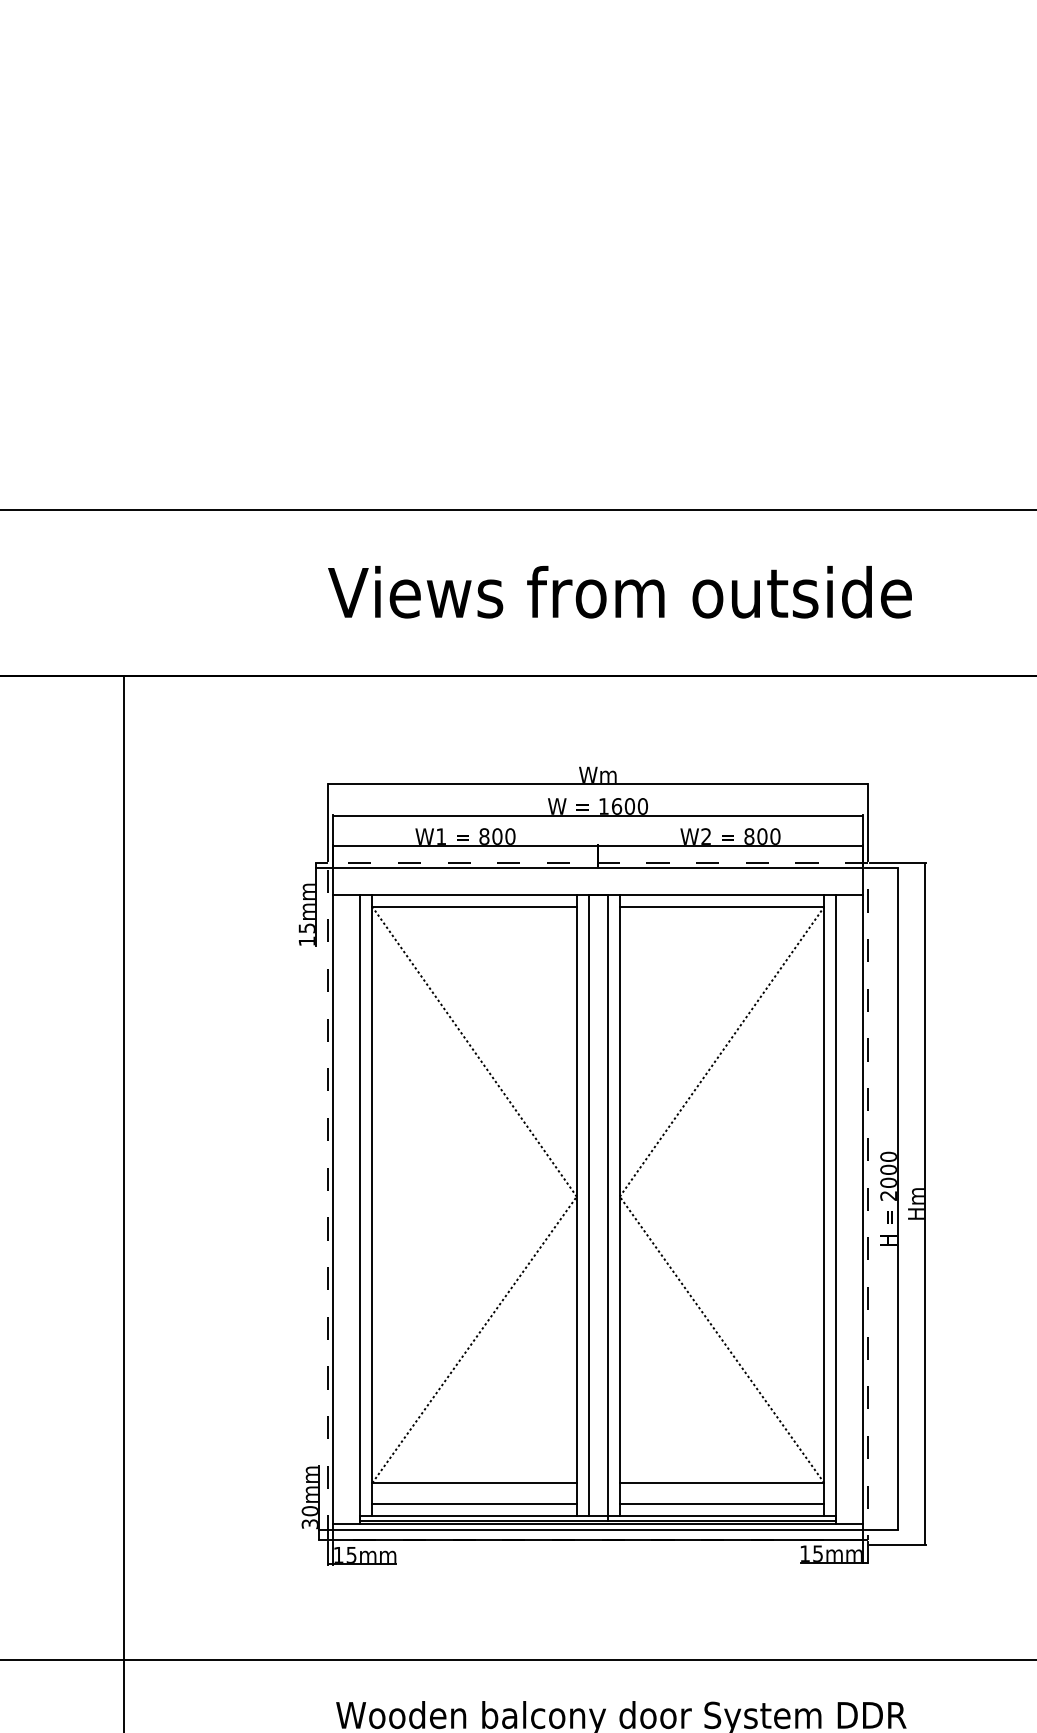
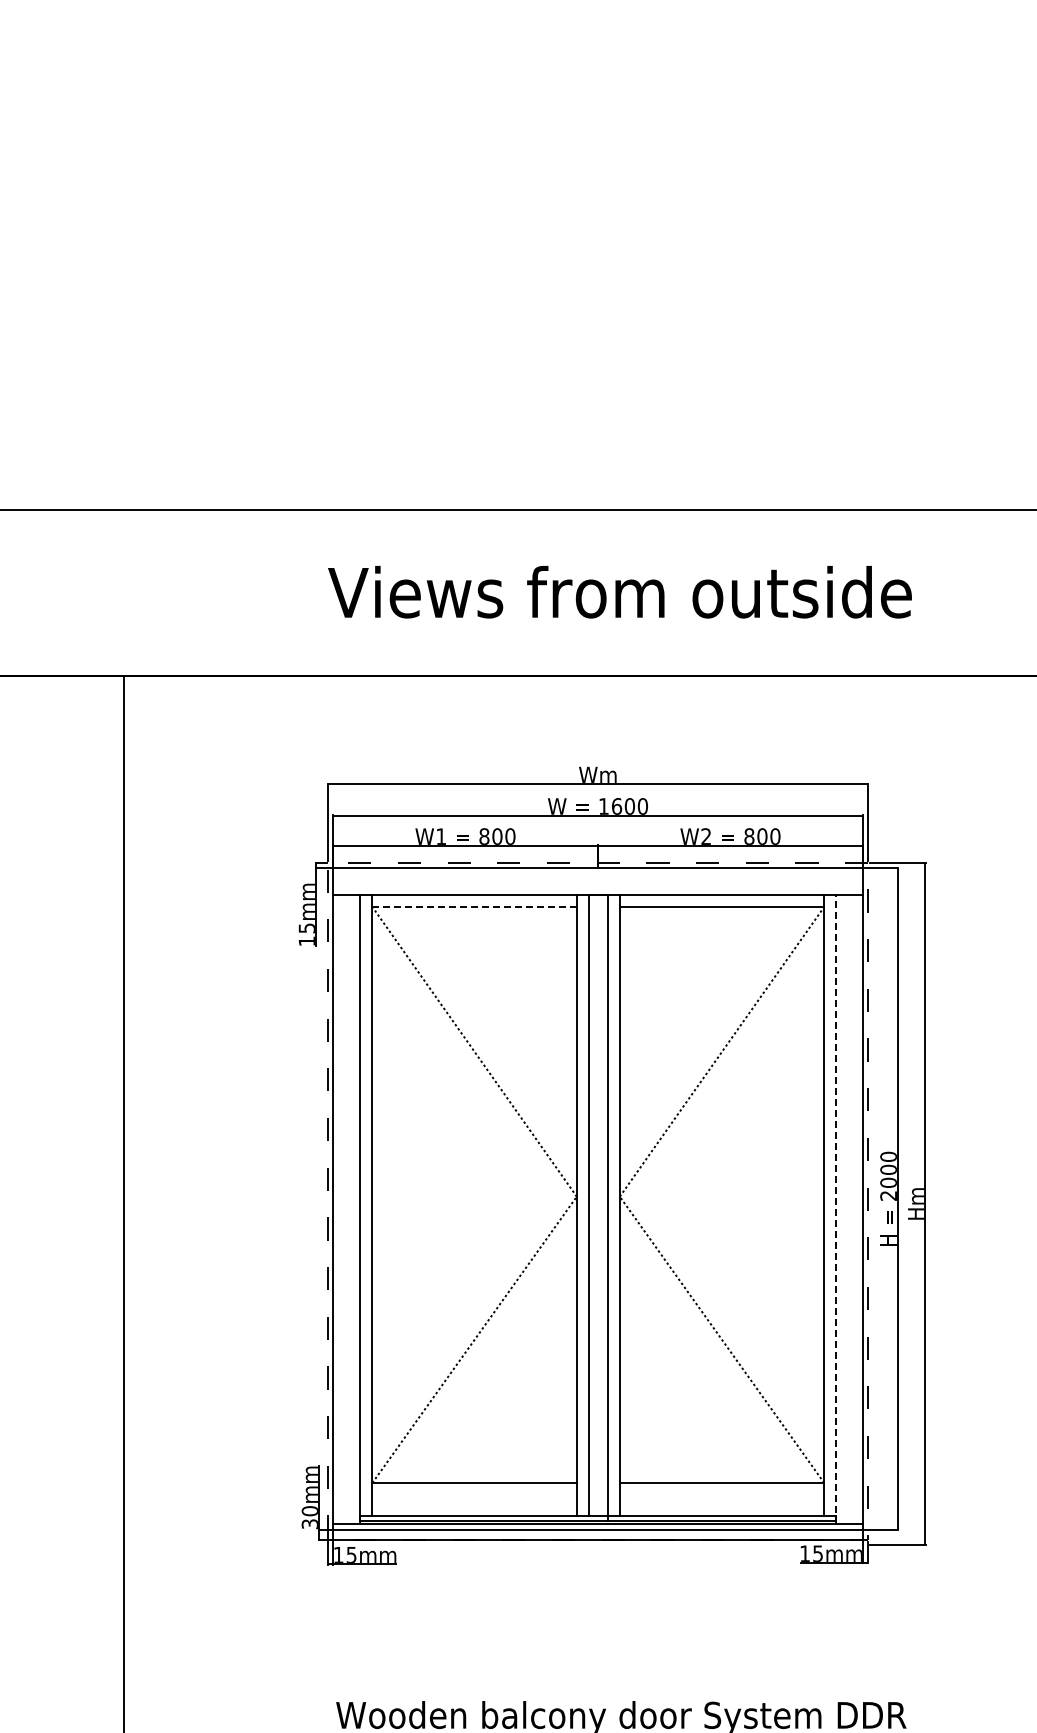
line at (475, 906): solid -> dashed
line at (836, 1209): solid -> dashed
line at (474, 1503): present -> none
line at (721, 1503): present -> none
line at (517, 1660): present -> none
